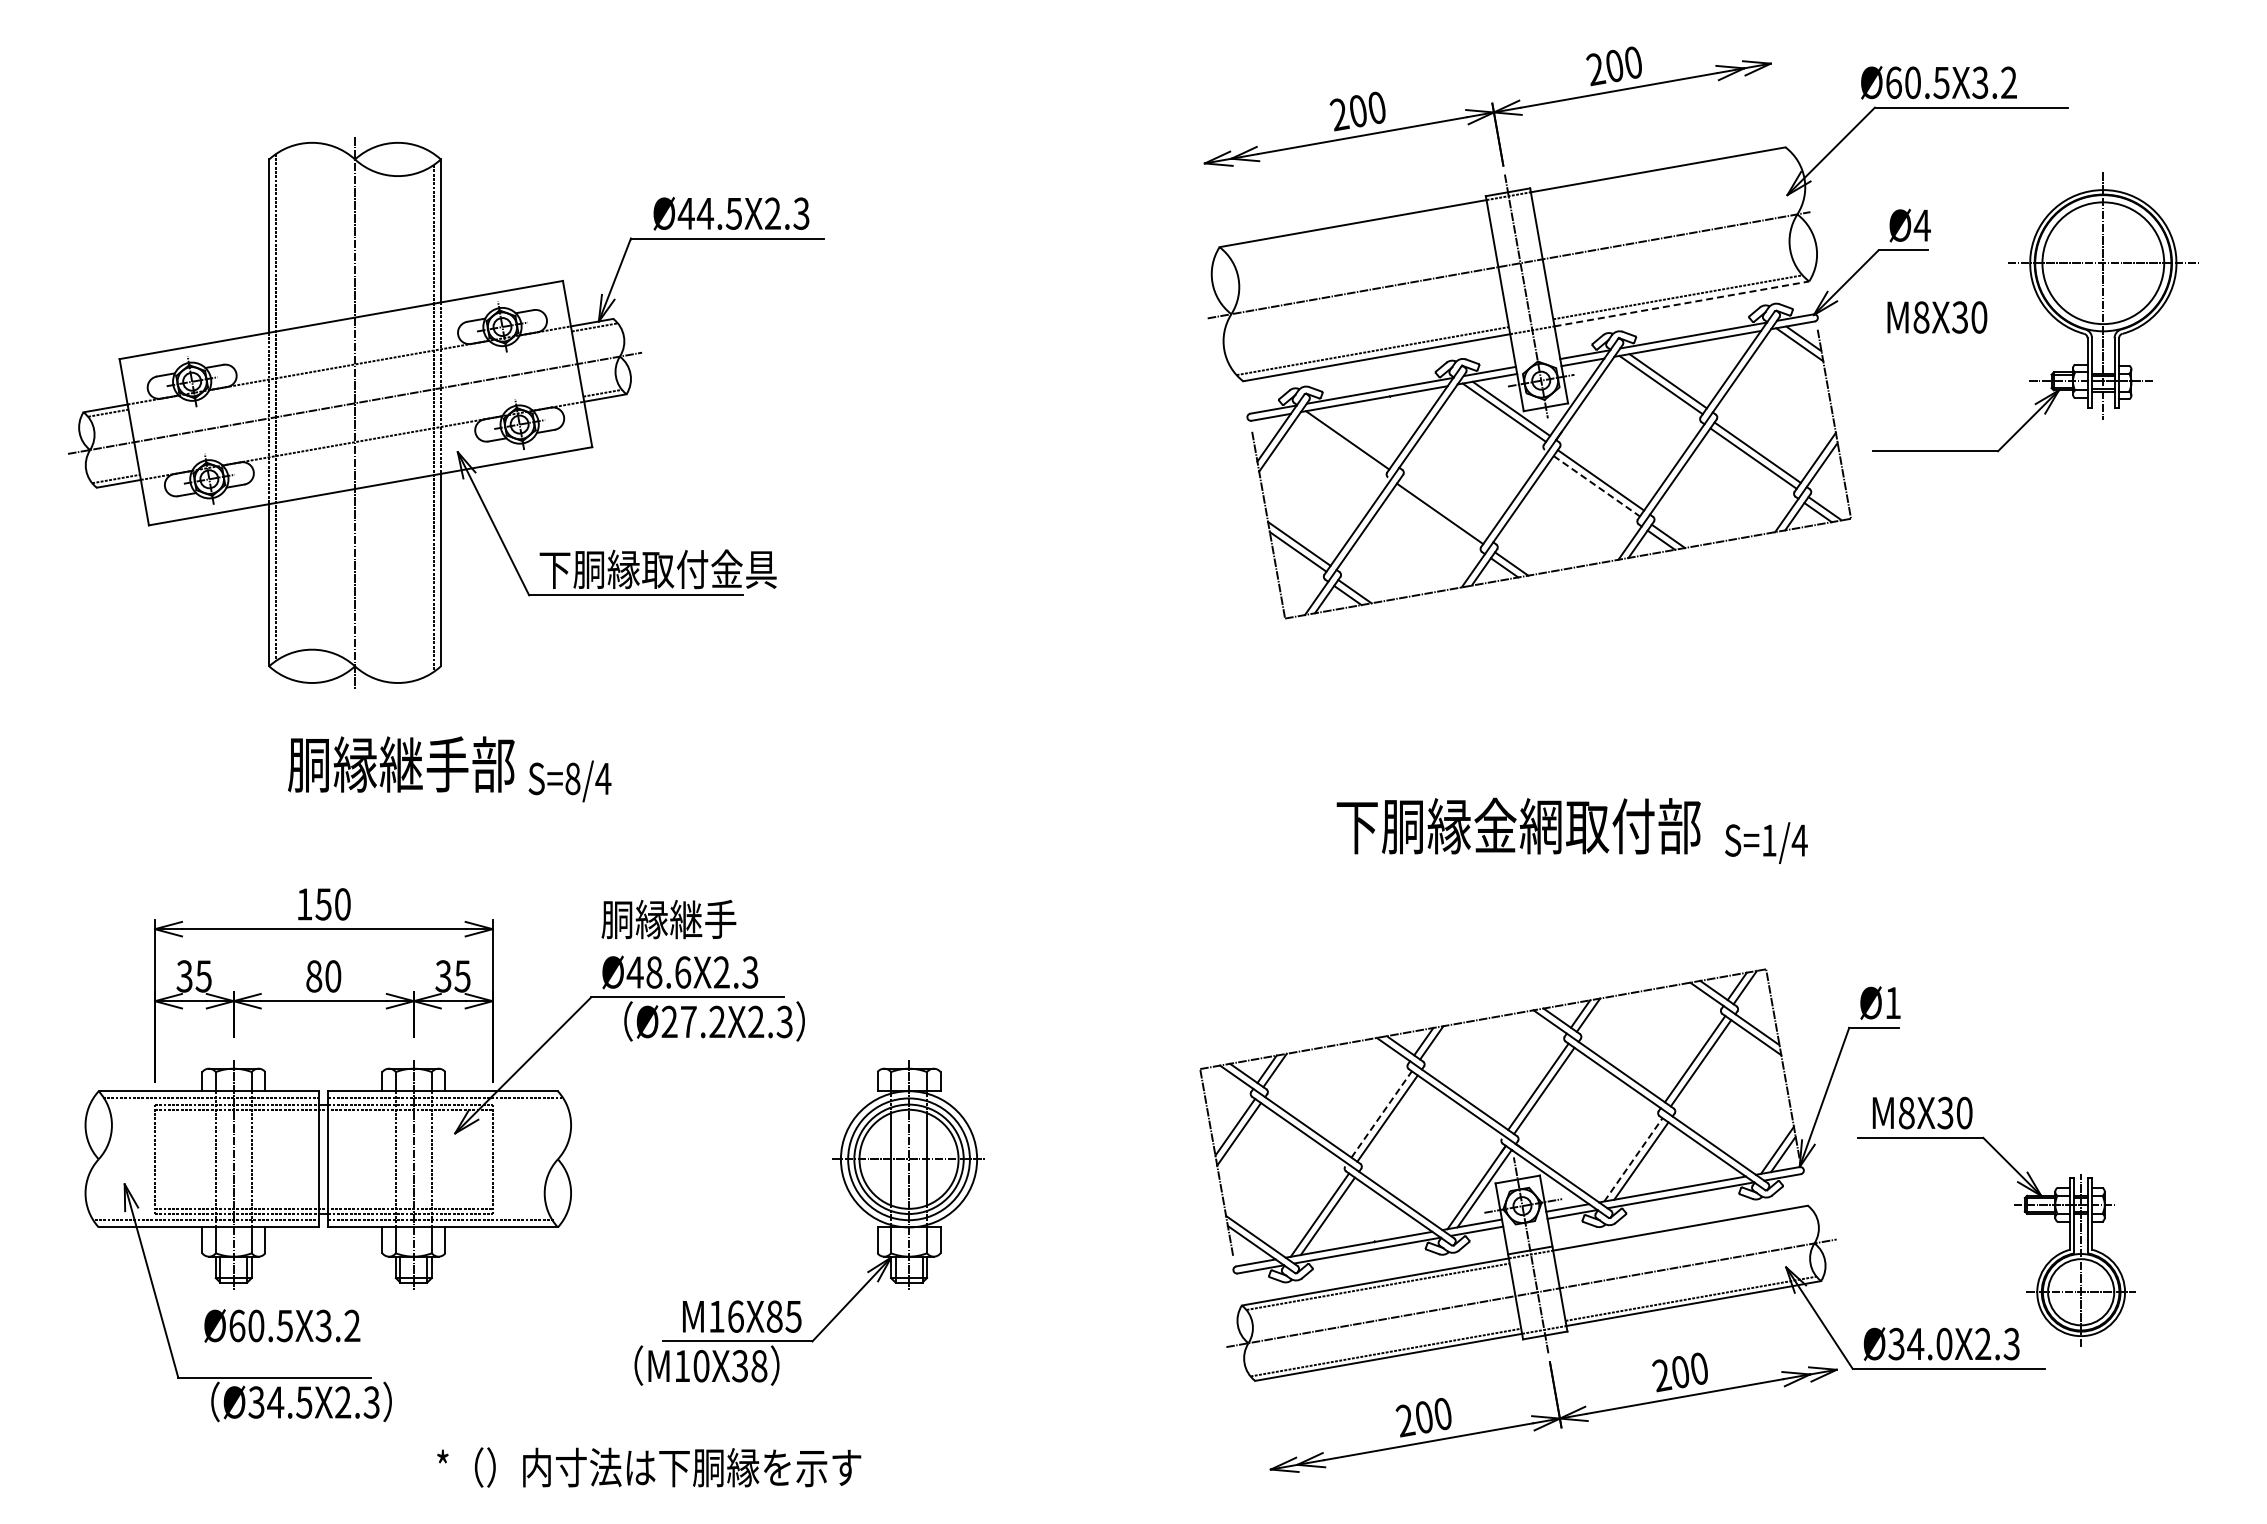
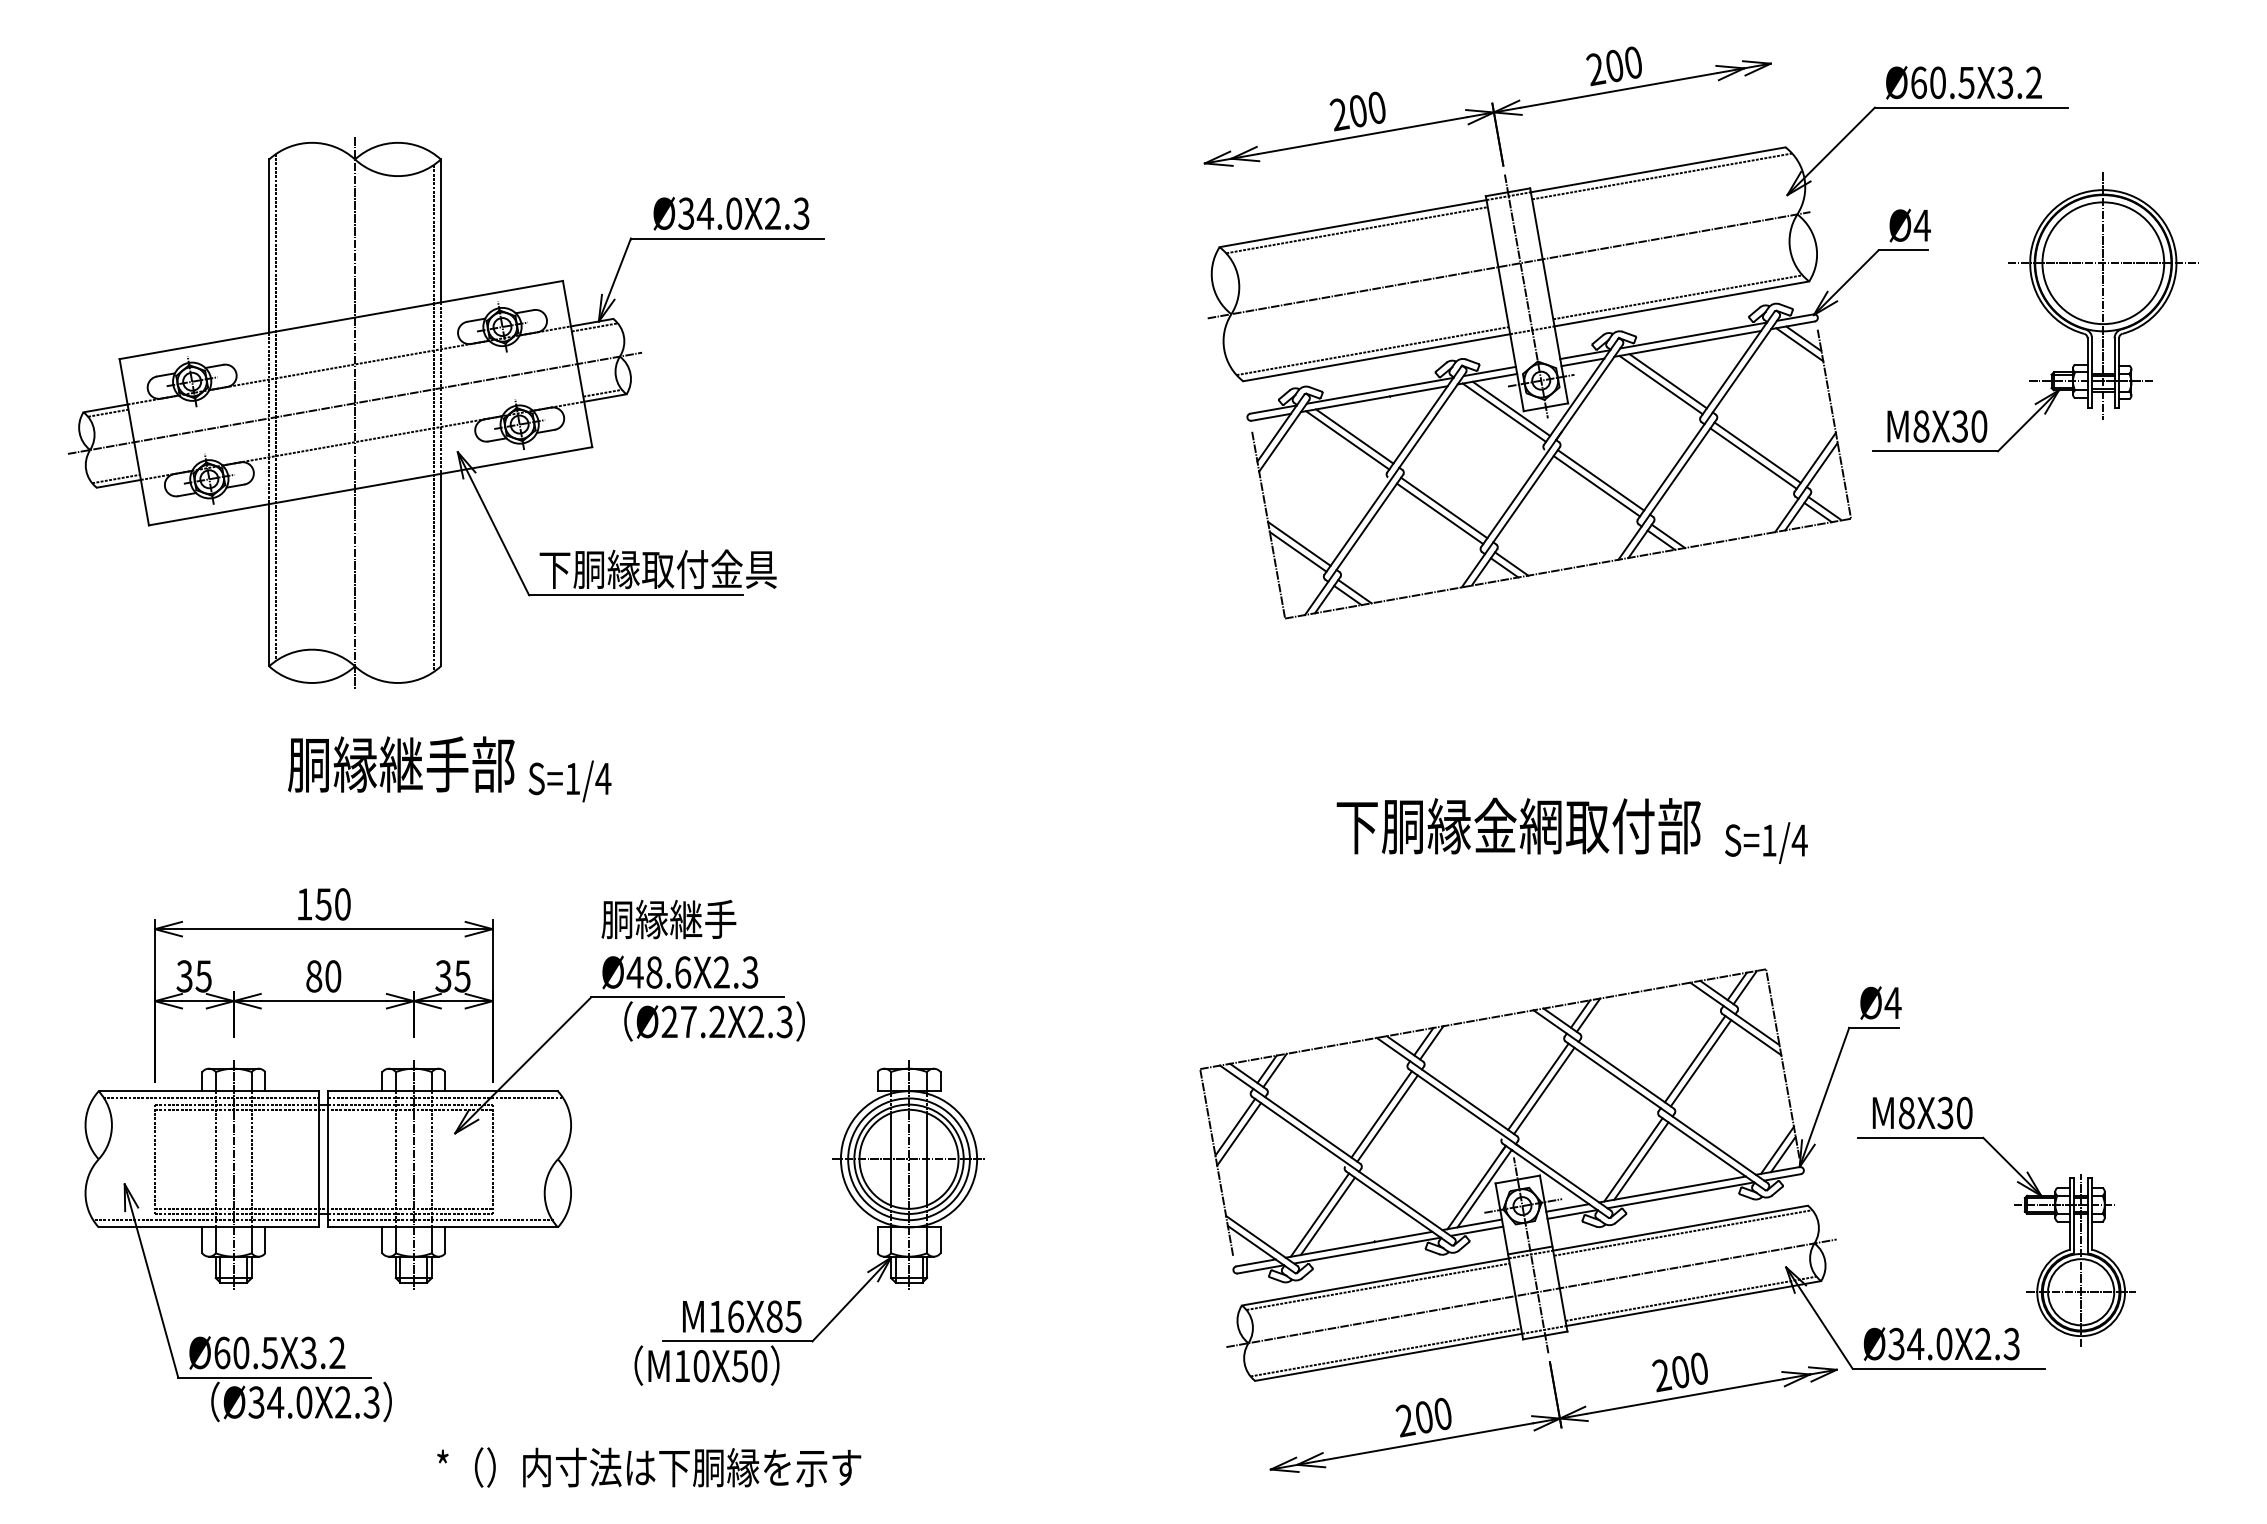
text at (1938, 82) position: (1938, 82) -> (1963, 82)
line at (1662, 176): none -> present
text at (709, 213): Ø44.5X2.3 -> Ø34.0X2.3
line at (1356, 230): none -> present
line at (1682, 303): dashed -> solid
text at (1937, 317) position: (1937, 317) -> (1937, 426)
line at (1354, 436): none -> present
line at (1596, 486): dashed -> solid
line at (1444, 507): none -> present
text at (572, 778): S=8/4 -> S=1/4
text at (1892, 1002): Ø1 -> Ø4
line at (1381, 1114): dashed -> solid
line at (1633, 1159): dashed -> solid
line at (1683, 1232): none -> present
text at (282, 1325) position: (282, 1325) -> (267, 1352)
text at (750, 1366): M10X38 -> M10X50
text at (304, 1402): Ø34.5X2.3 -> Ø34.0X2.3
